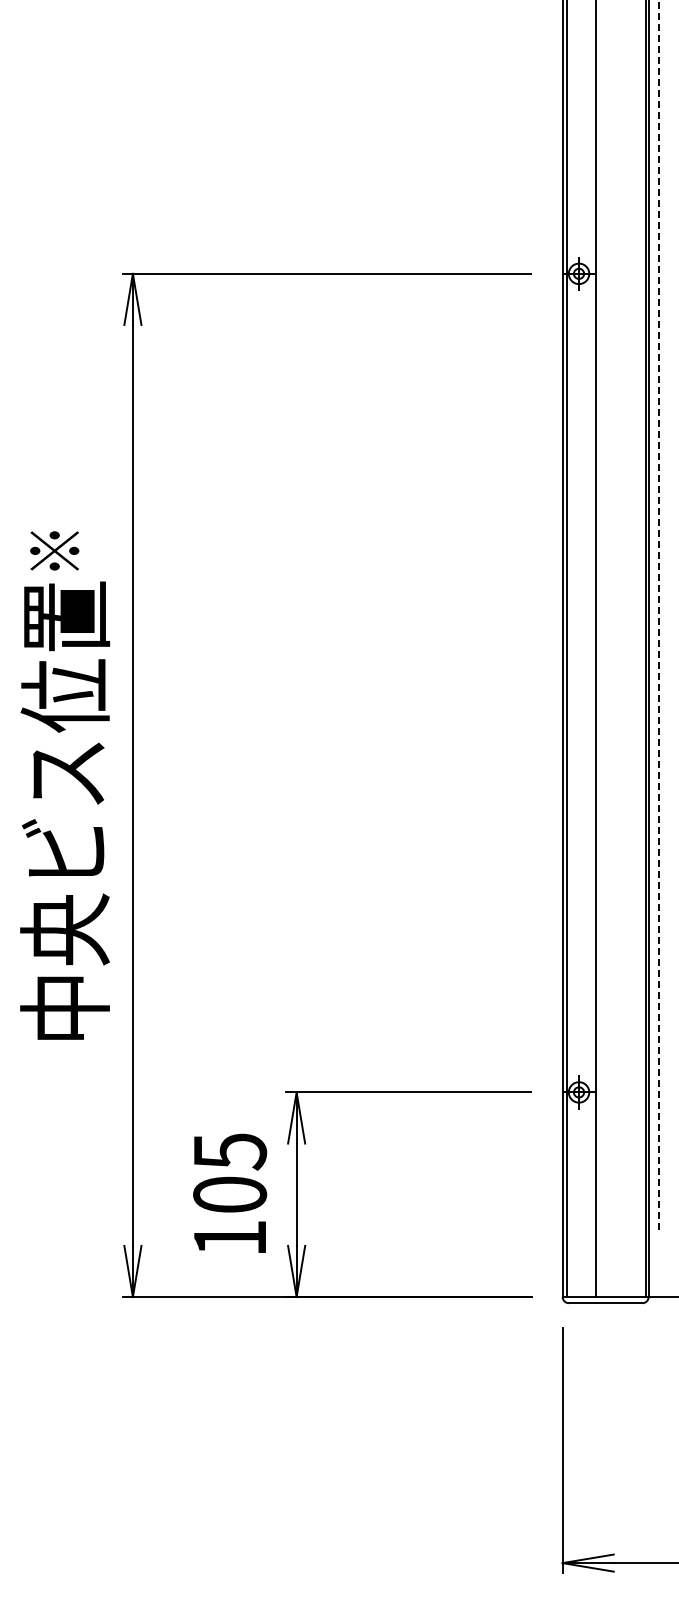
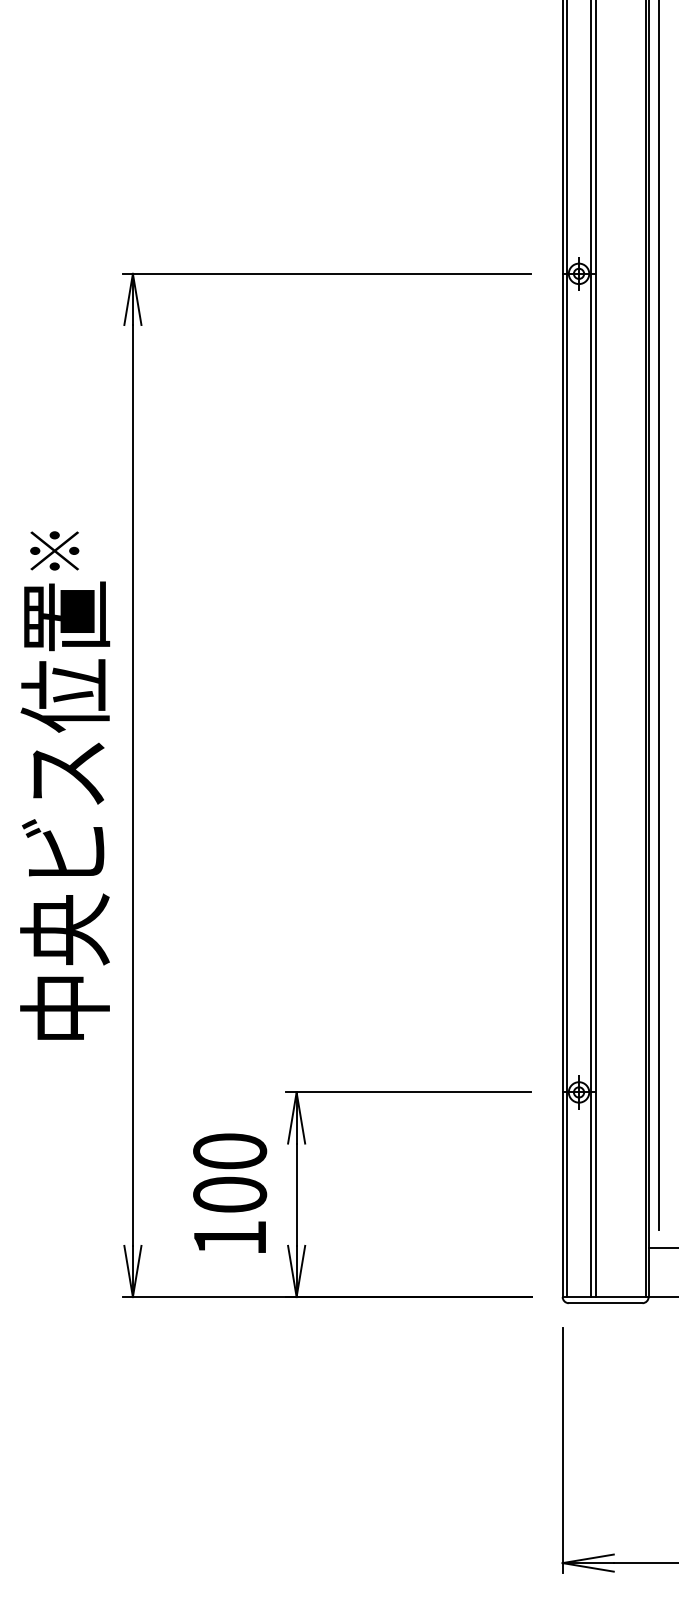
line at (658, 614): dashed -> solid
line at (591, 649): none -> present
text at (230, 1151): 105 -> 100
line at (661, 1247): none -> present
